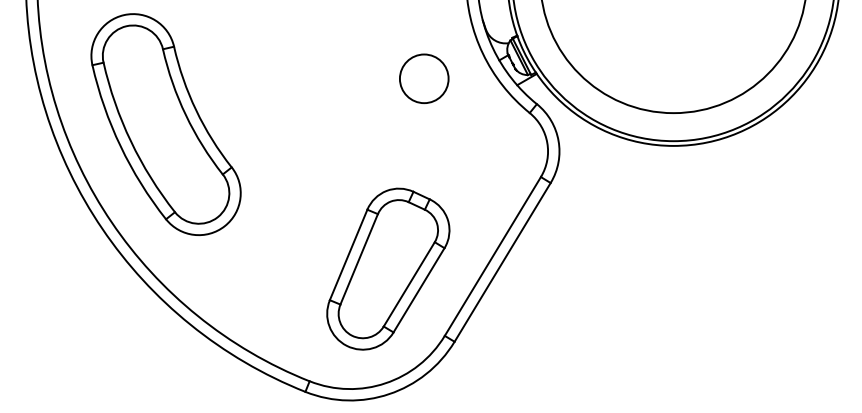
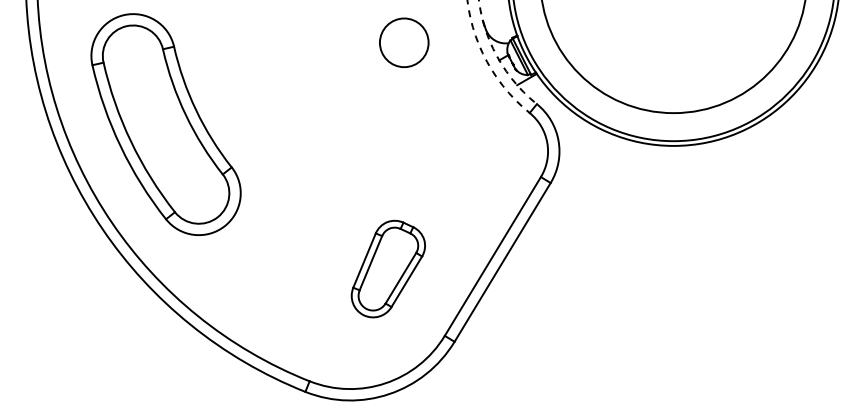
arc at (498, 58): solid -> dashed
arc at (487, 62): solid -> dashed
circle at (424, 78) position: (424, 78) -> (404, 42)
part at (388, 268) size: 125x164 px -> 76x100 px
